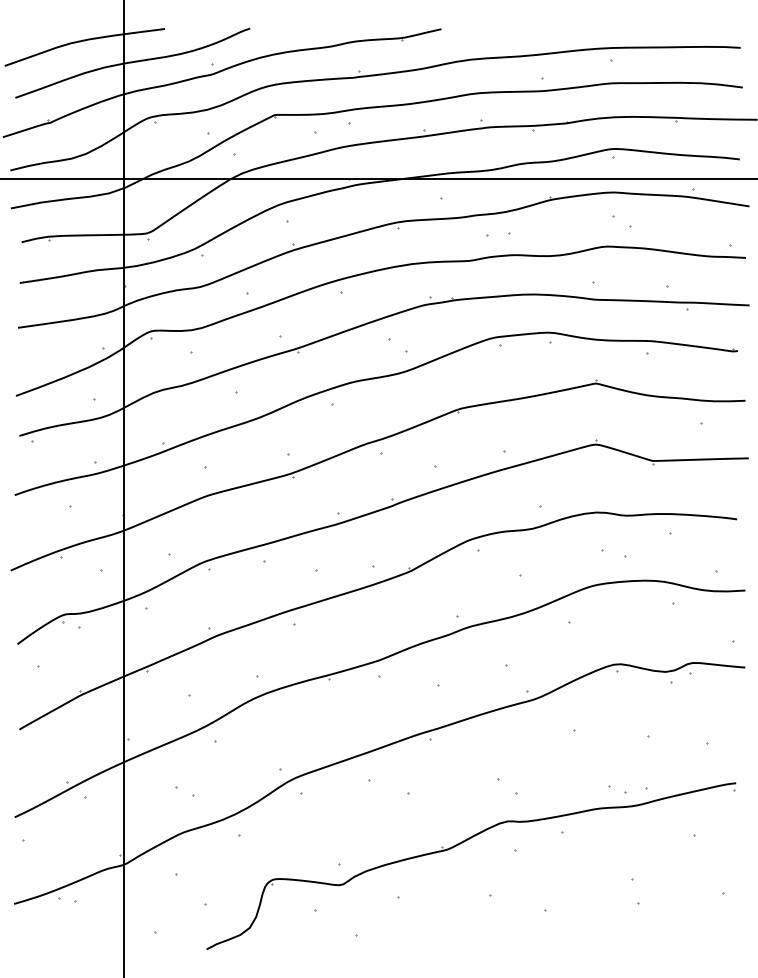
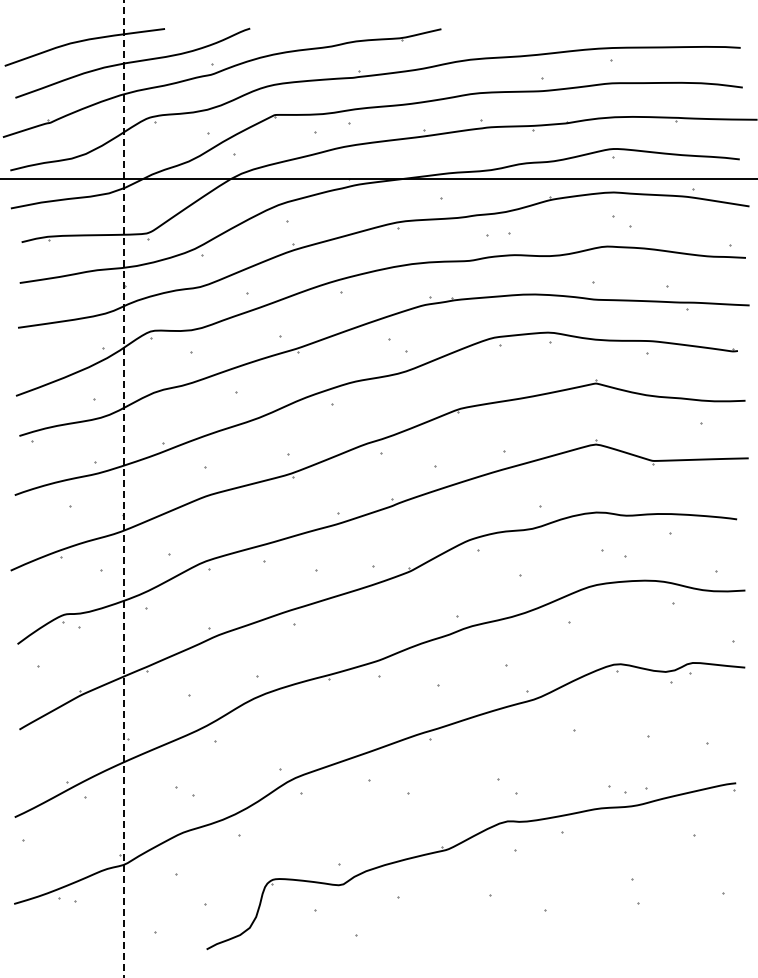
line at (123, 488): solid -> dashed
